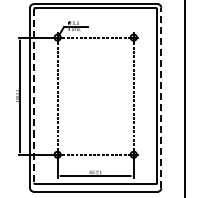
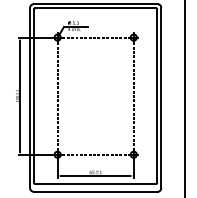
line at (34, 96): dashed -> solid
line at (161, 97): dashed -> solid
